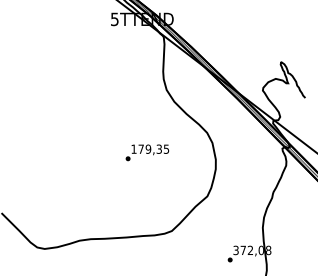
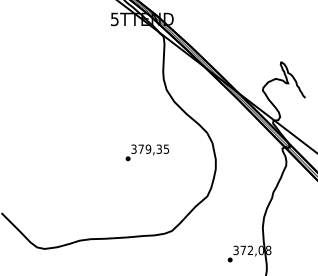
text at (133, 148): 179,35 -> 379,35
